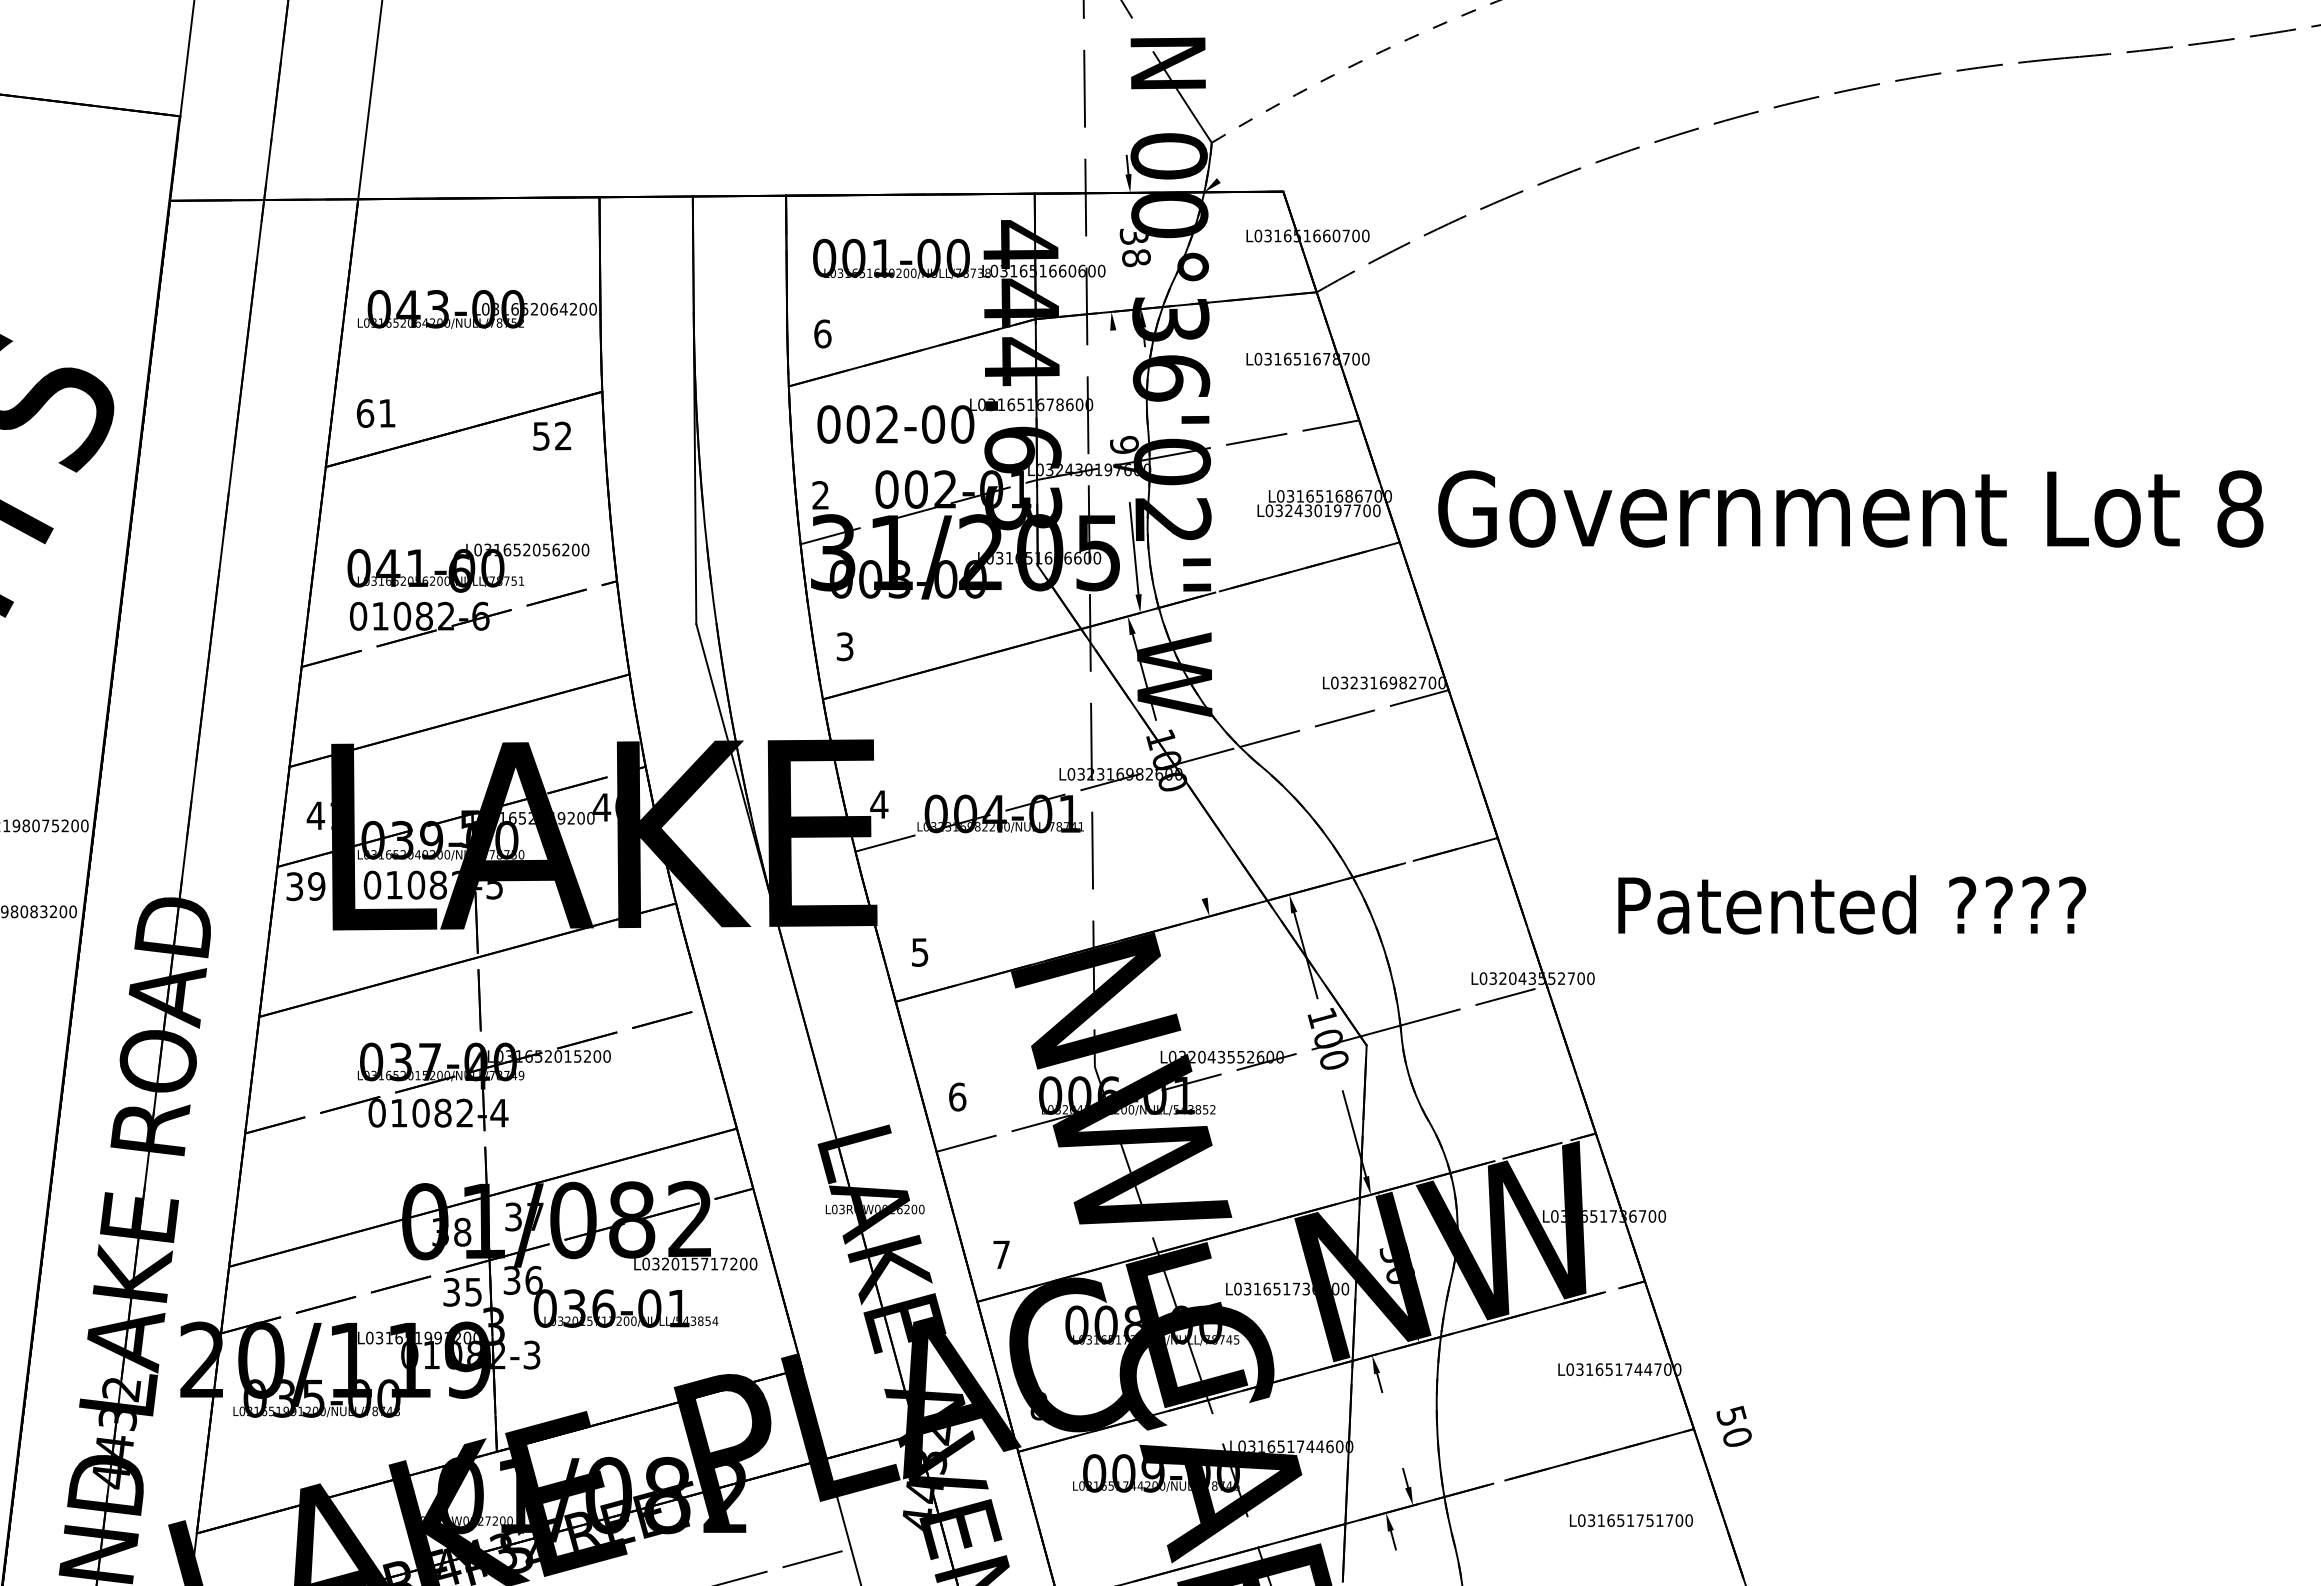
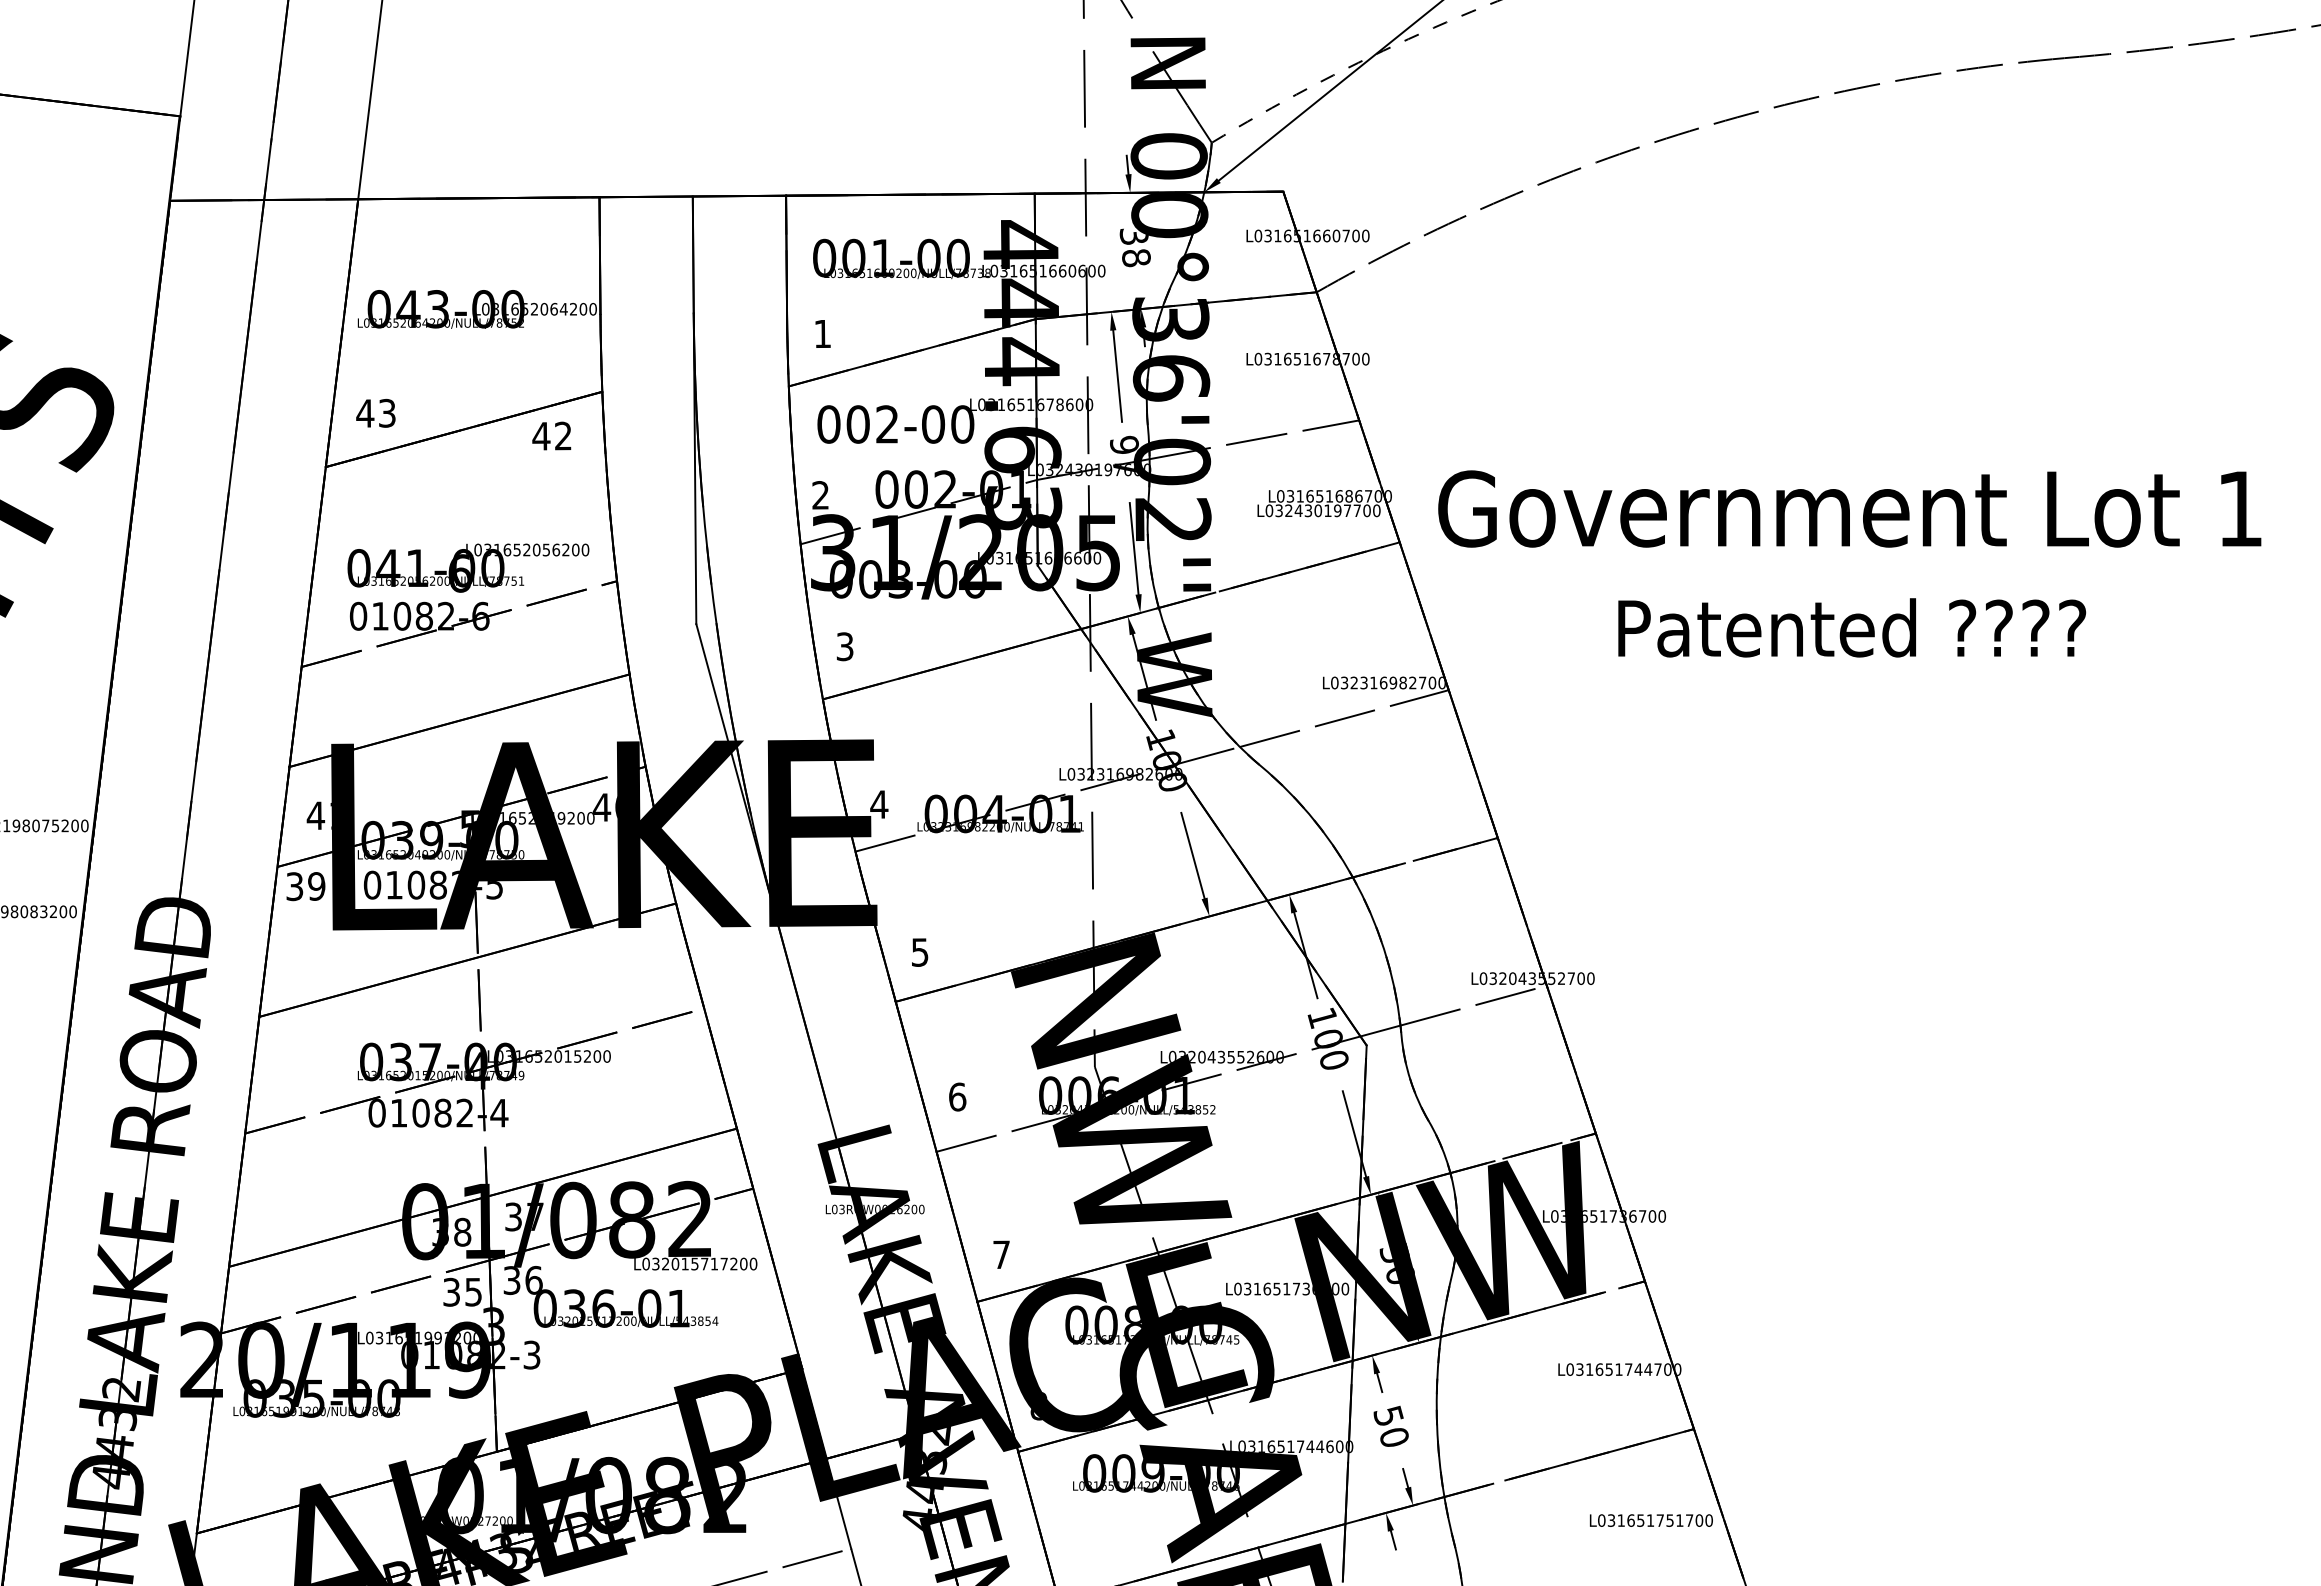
line at (1329, 91): none -> present
text at (822, 333): 6 -> 1
line at (1117, 375): none -> present
text at (375, 412): 61 -> 43
text at (541, 436): 52 -> 42
text at (2240, 508): 8 -> 1
line at (1192, 855): none -> present
text at (1852, 904) position: (1852, 904) -> (1852, 627)
text at (1733, 1425) position: (1733, 1425) -> (1390, 1425)
text at (1631, 1520) position: (1631, 1520) -> (1651, 1520)
